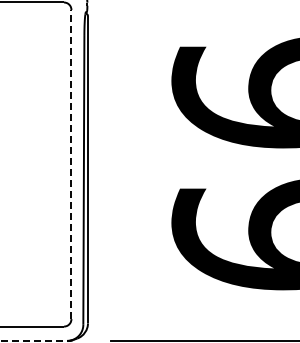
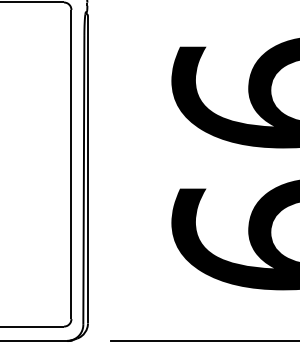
line at (71, 164): dashed -> solid
line at (34, 341): dashed -> solid
